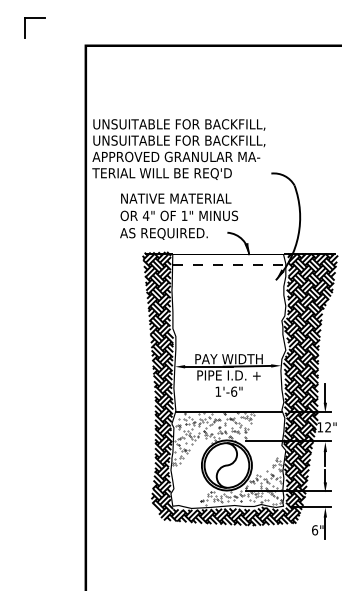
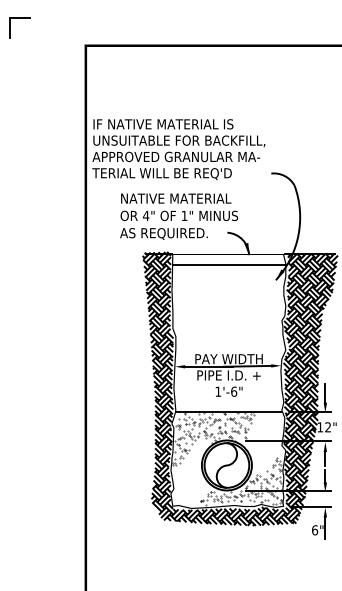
part at (34, 18) position: (34, 18) -> (19, 18)
text at (179, 124): UNSUITABLE FOR BACKFILL, -> IF NATIVE MATERIAL IS
line at (229, 264): dashed -> solid
